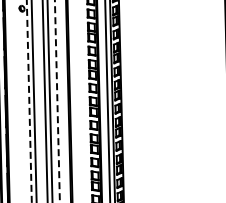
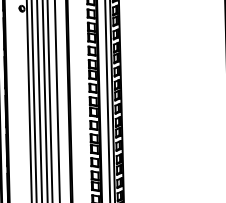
line at (39, 100): none -> present
line at (29, 101): dashed -> solid
line at (57, 102): dashed -> solid
